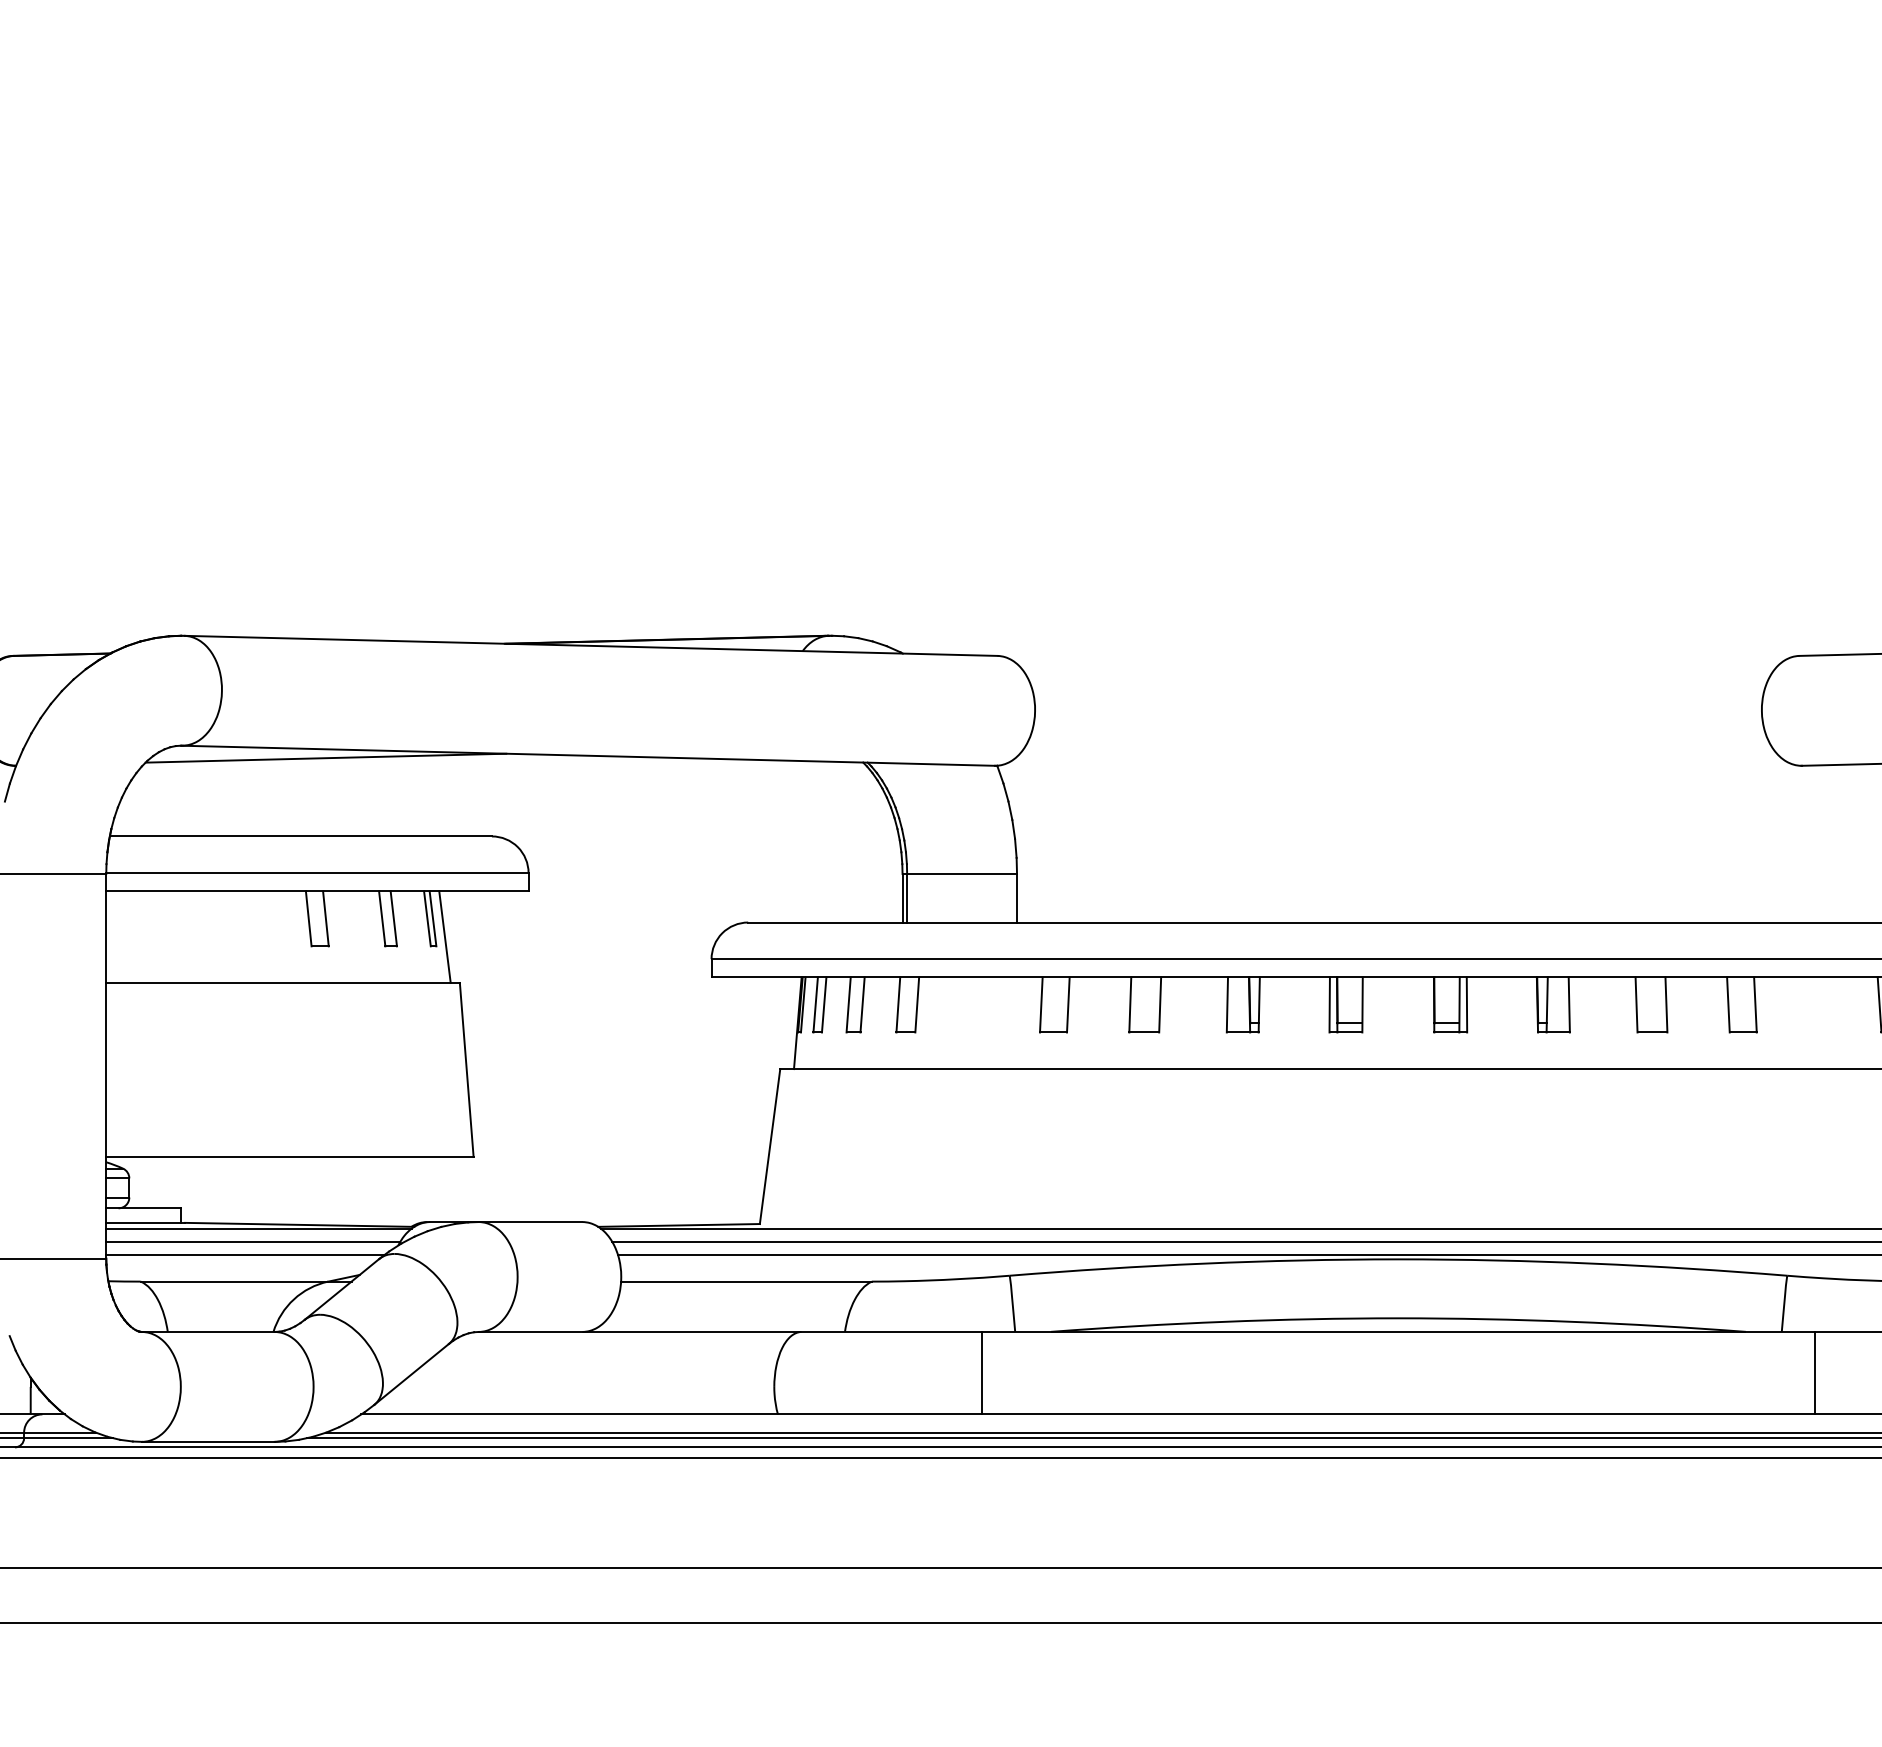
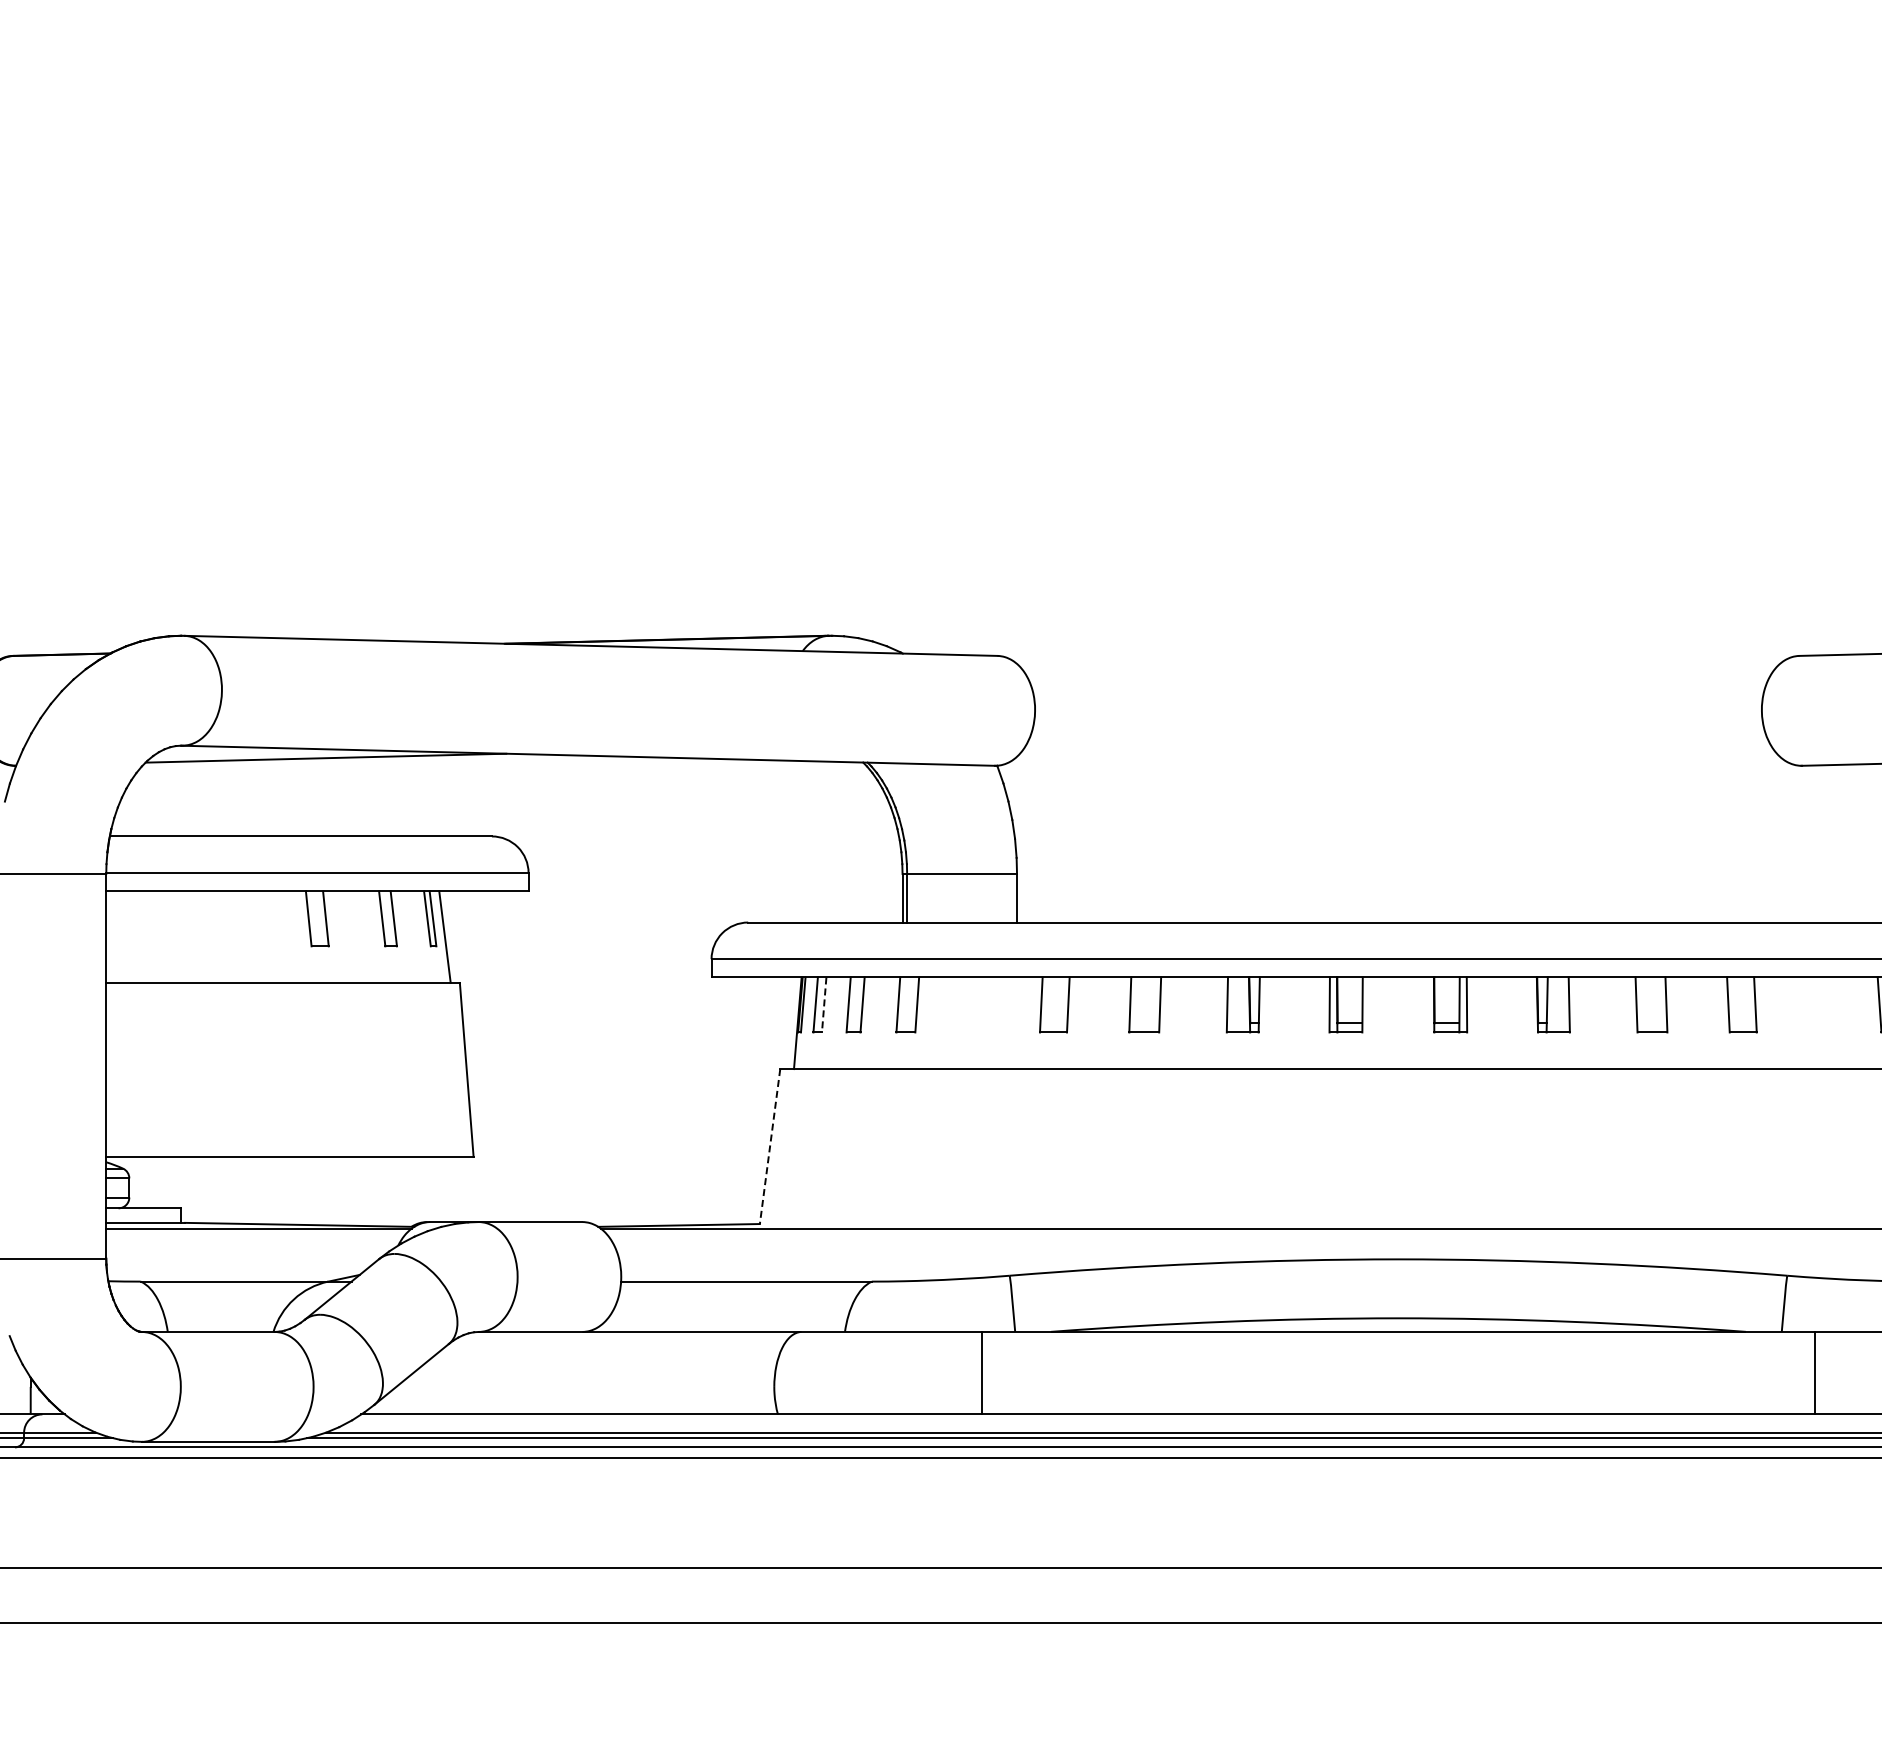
line at (824, 1004): solid -> dashed
line at (770, 1147): solid -> dashed
line at (253, 1242): present -> none
line at (1245, 1242): present -> none
line at (245, 1255): present -> none
line at (1247, 1255): present -> none
